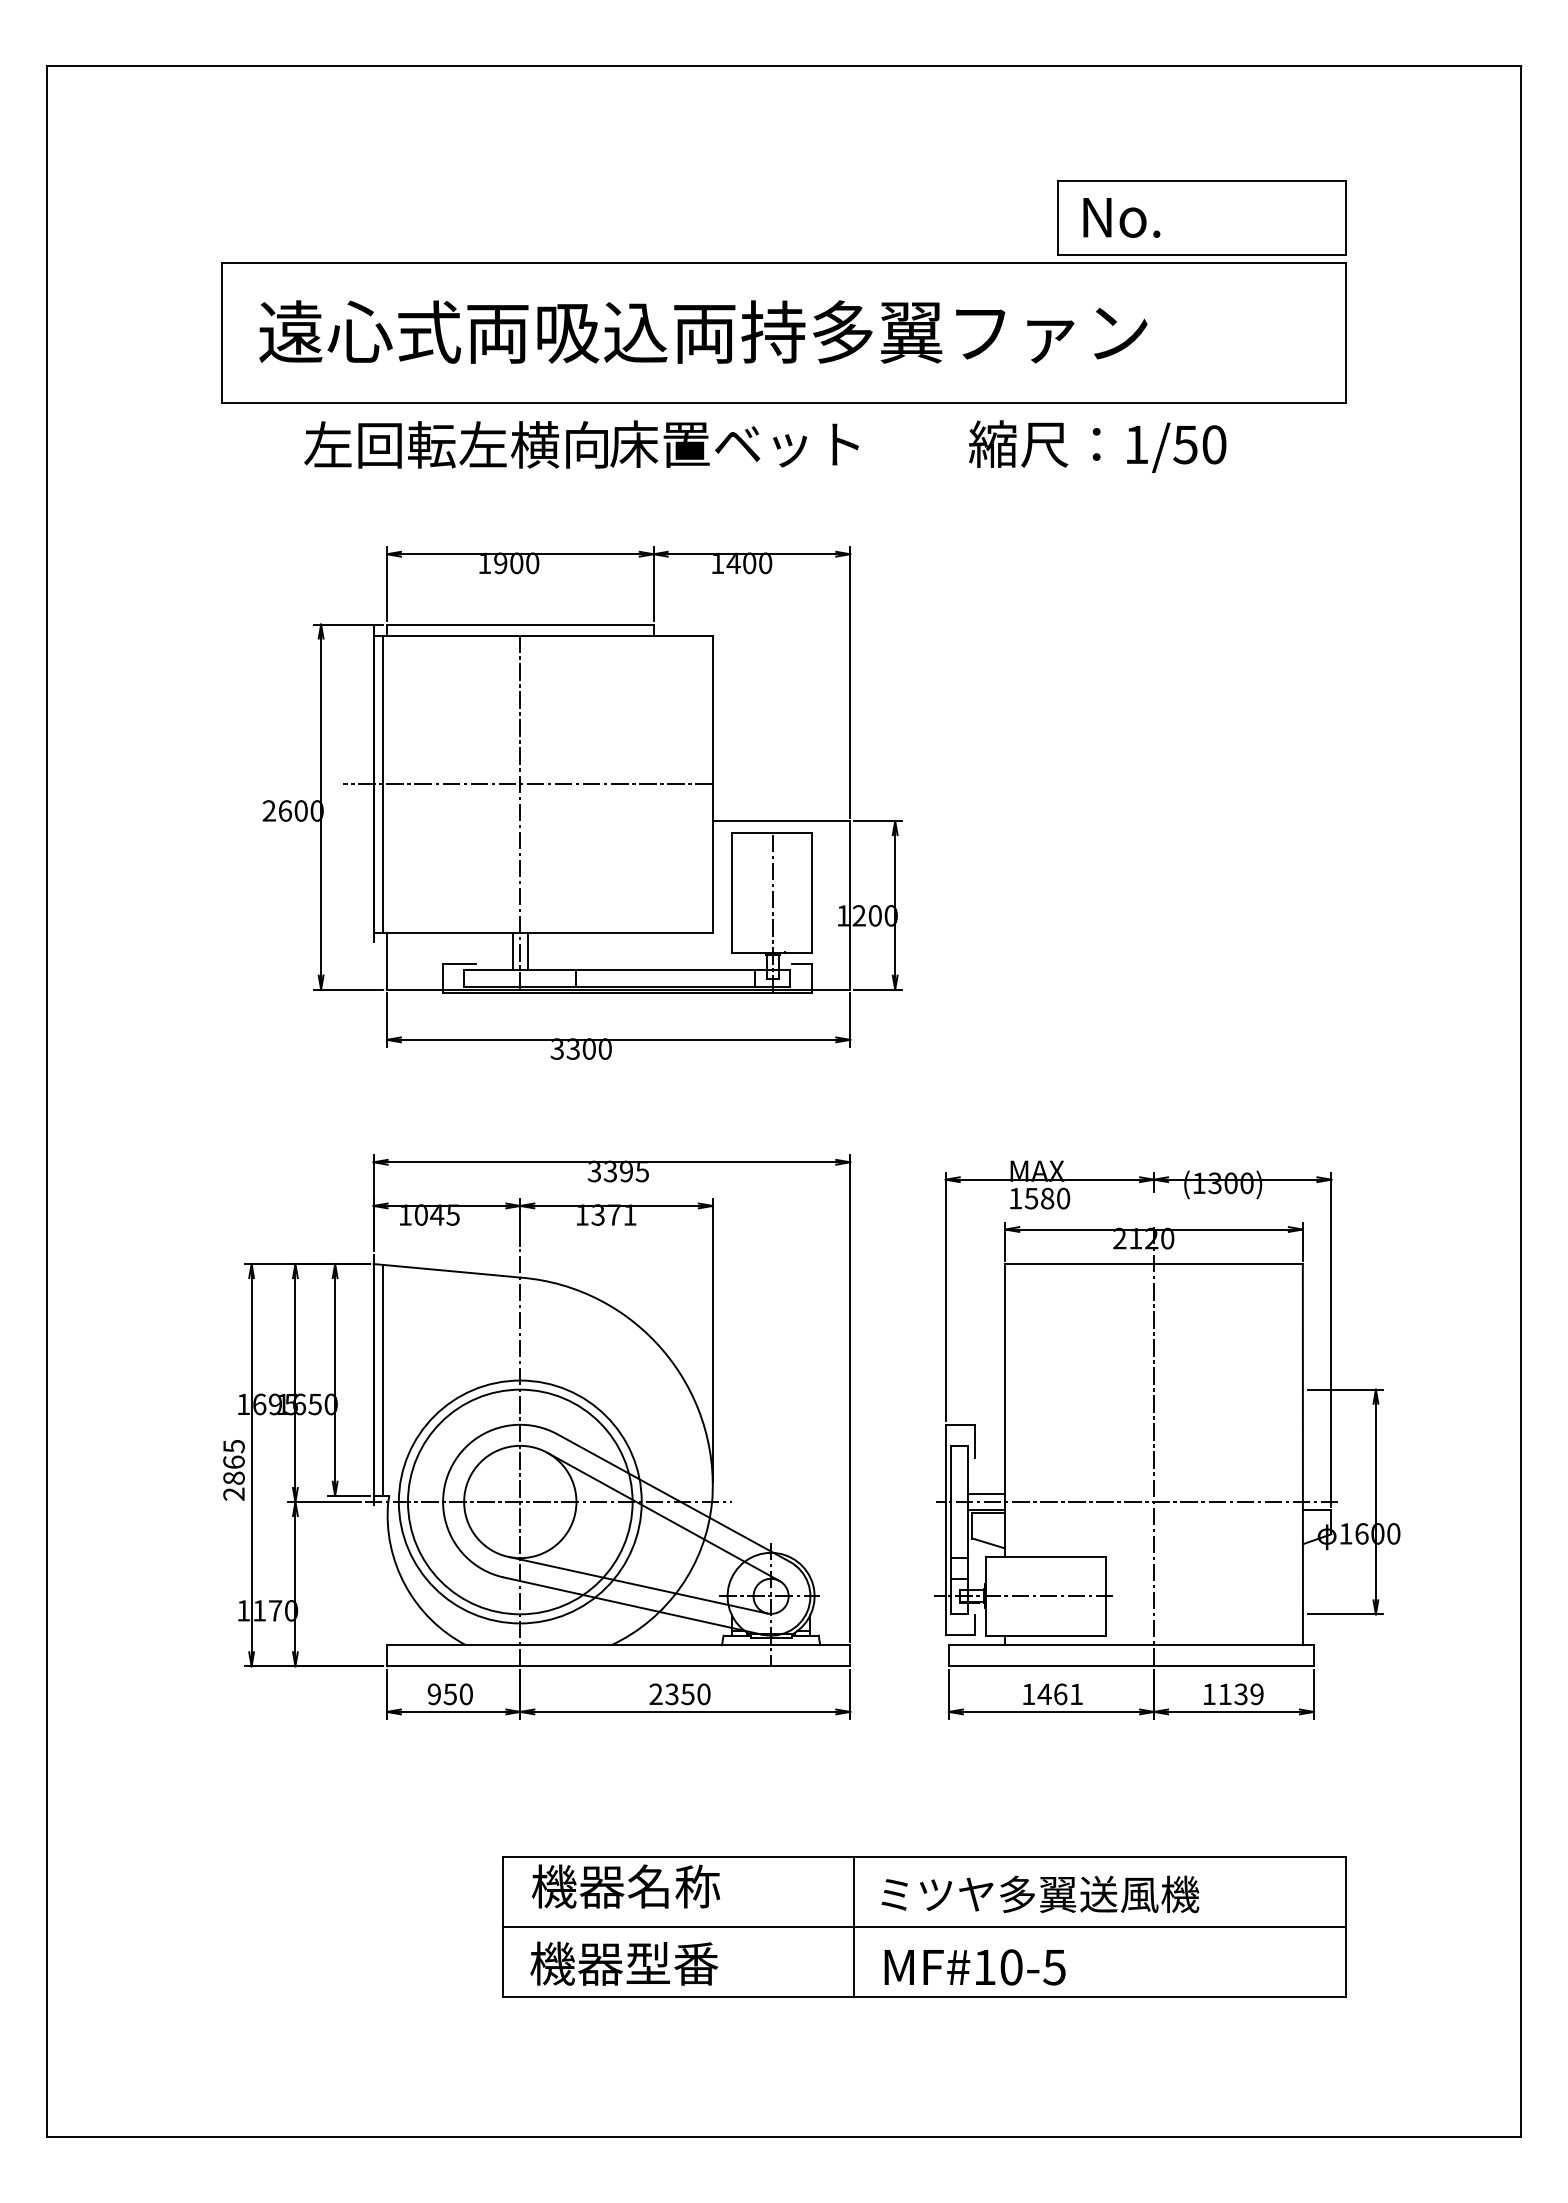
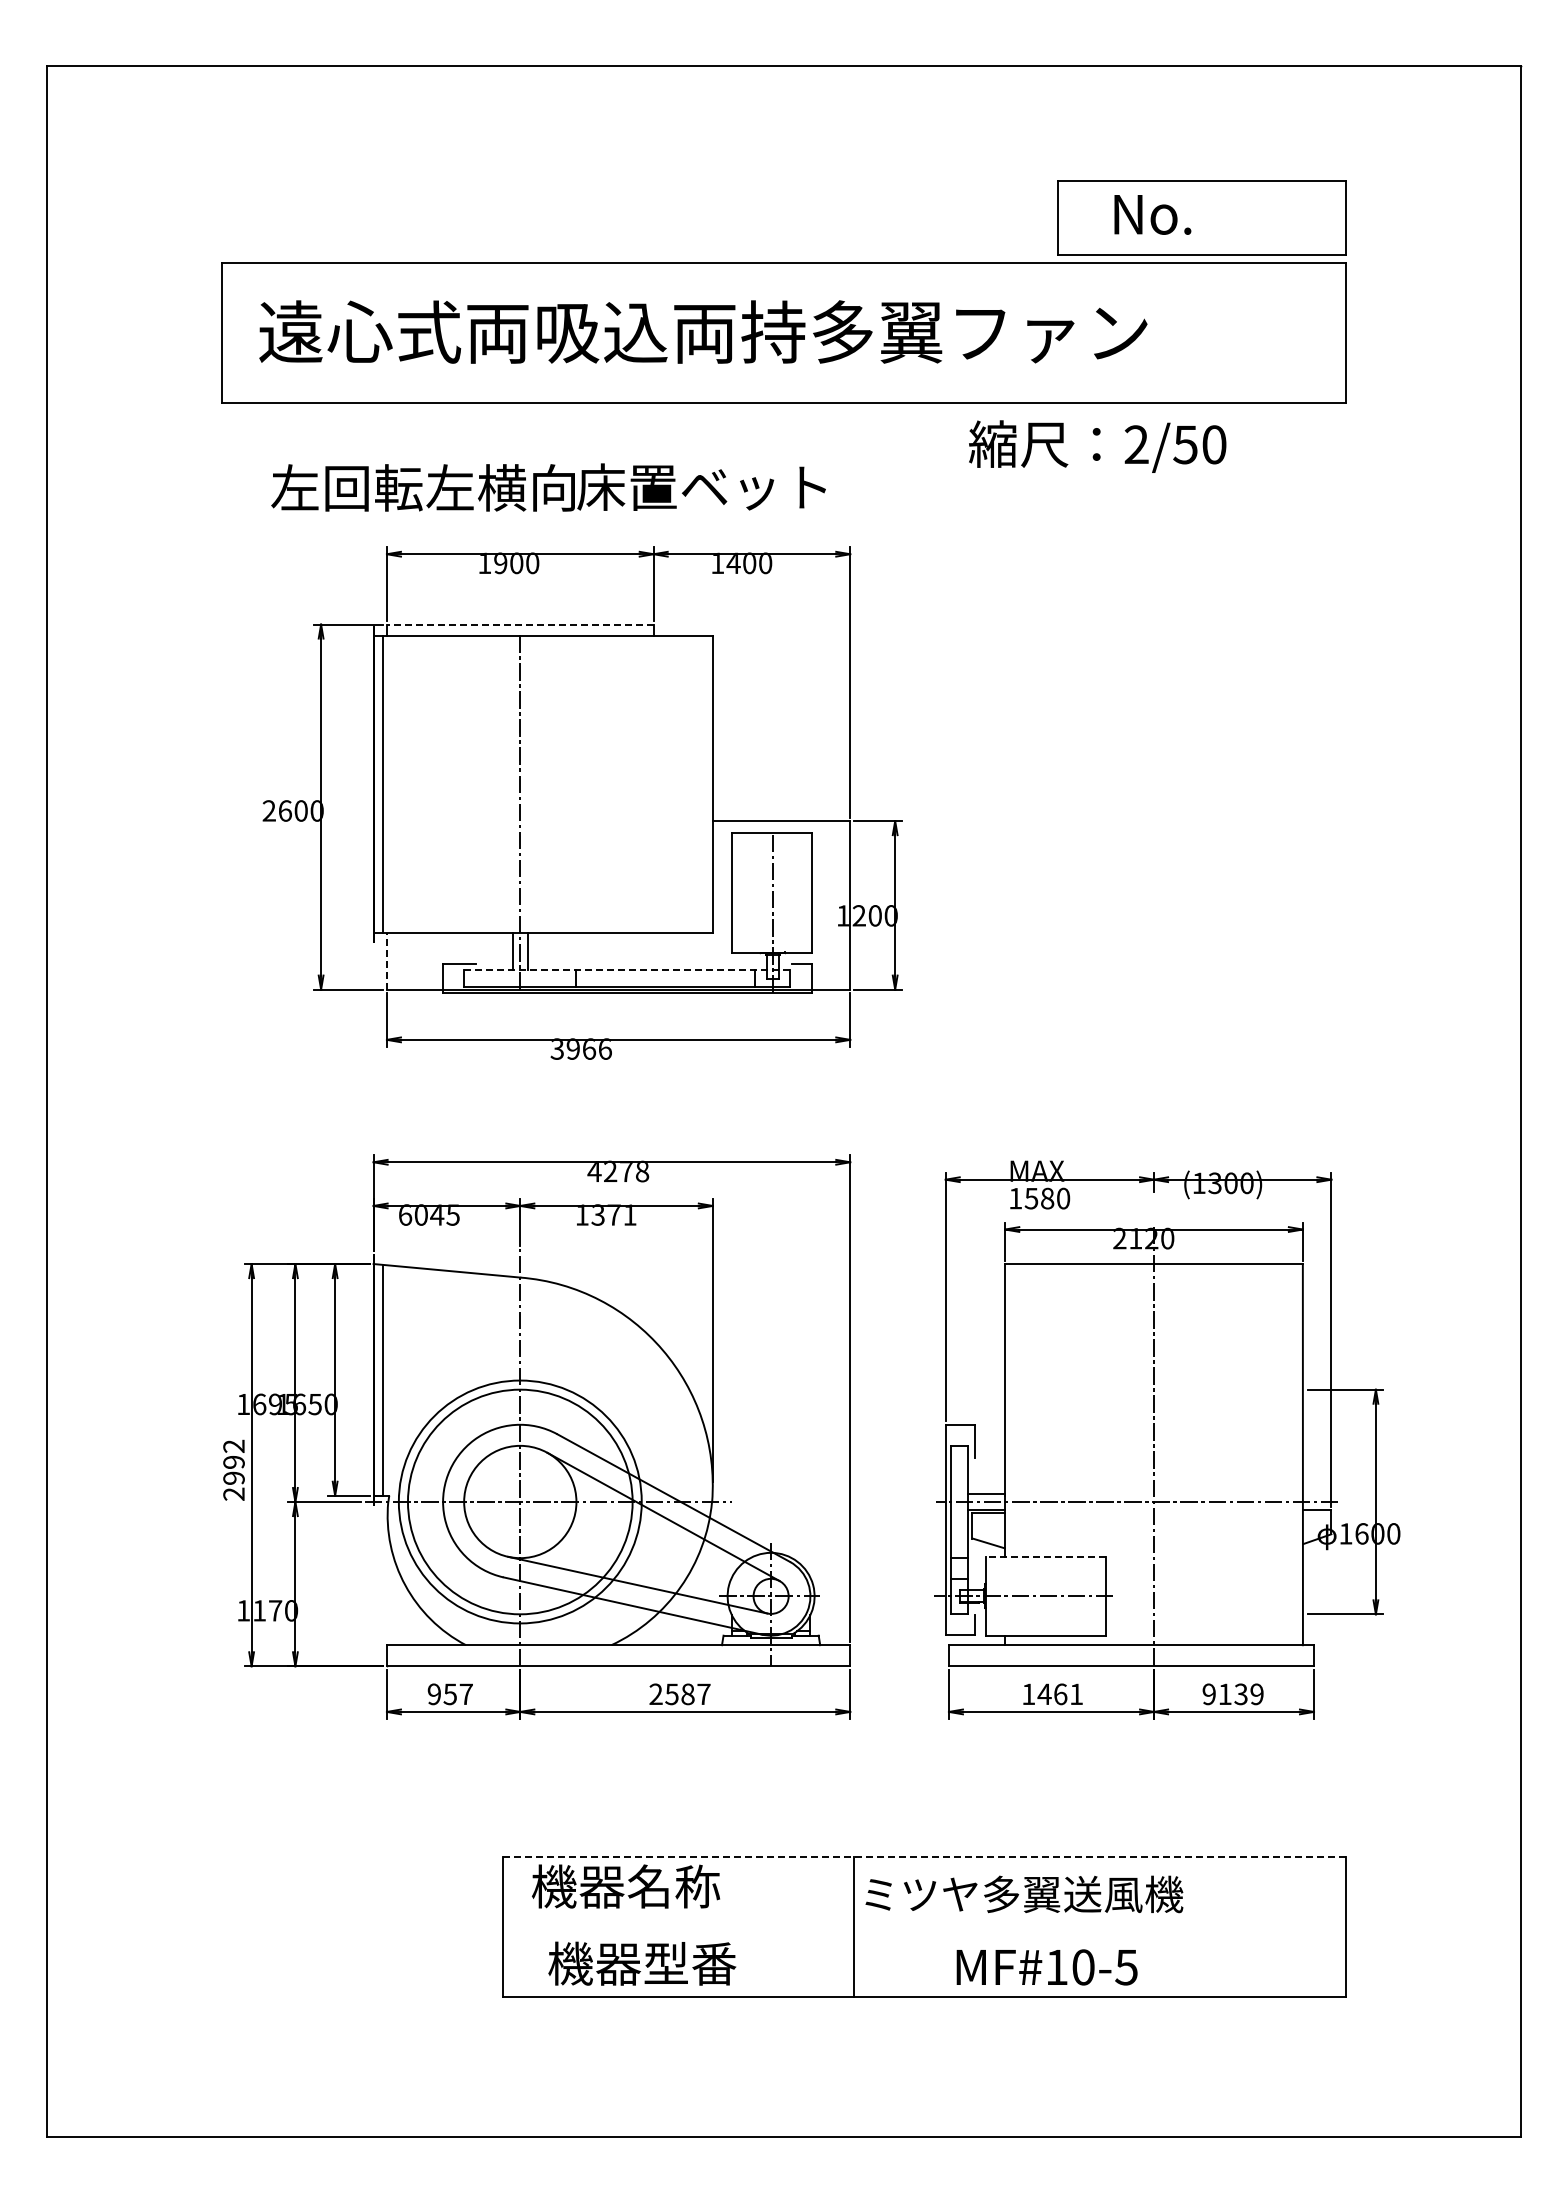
text at (1121, 217) position: (1121, 217) -> (1152, 214)
text at (581, 444) position: (581, 444) -> (548, 487)
text at (1136, 444): 1/50 -> 2/50
line at (519, 624): solid -> dashed
line at (527, 784): present -> none
line at (386, 960): solid -> dashed
line at (626, 970): solid -> dashed
text at (588, 1048): 3300 -> 3966
text at (618, 1171): 3395 -> 4278
text at (405, 1214): 1045 -> 6045
text at (233, 1461): 2865 -> 2992
line at (1045, 1556): solid -> dashed
text at (465, 1694): 950 -> 957
text at (688, 1694): 2350 -> 2587
text at (1208, 1694): 1139 -> 9139
line at (924, 1856): solid -> dashed
text at (1040, 1894) position: (1040, 1894) -> (1024, 1894)
line at (924, 1926): present -> none
text at (624, 1963) position: (624, 1963) -> (642, 1963)
text at (974, 1967) position: (974, 1967) -> (1046, 1967)
